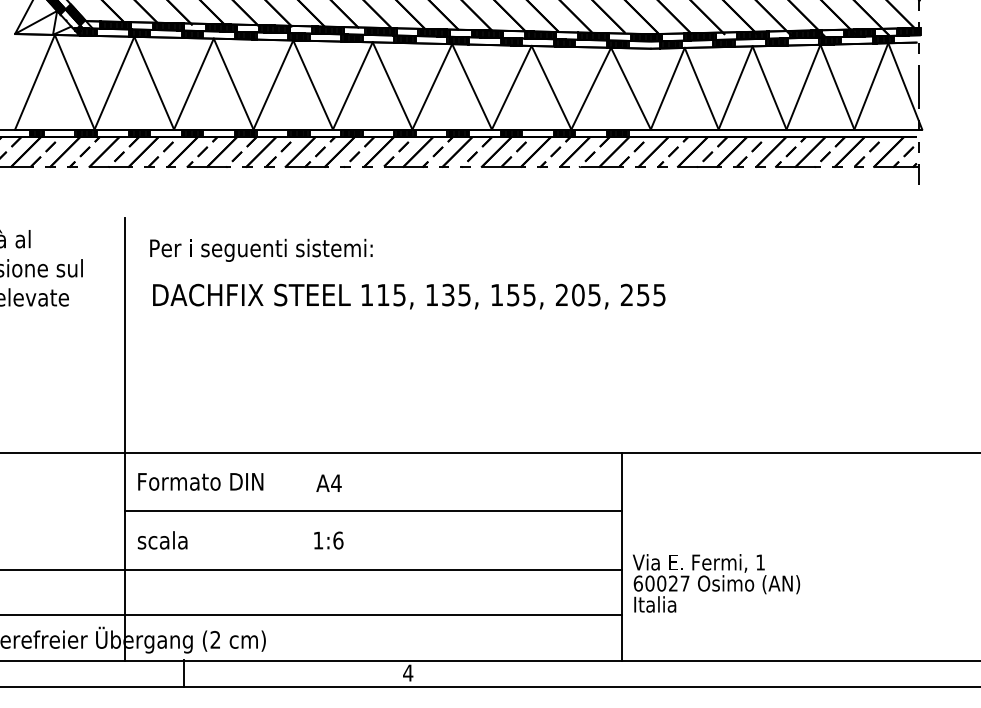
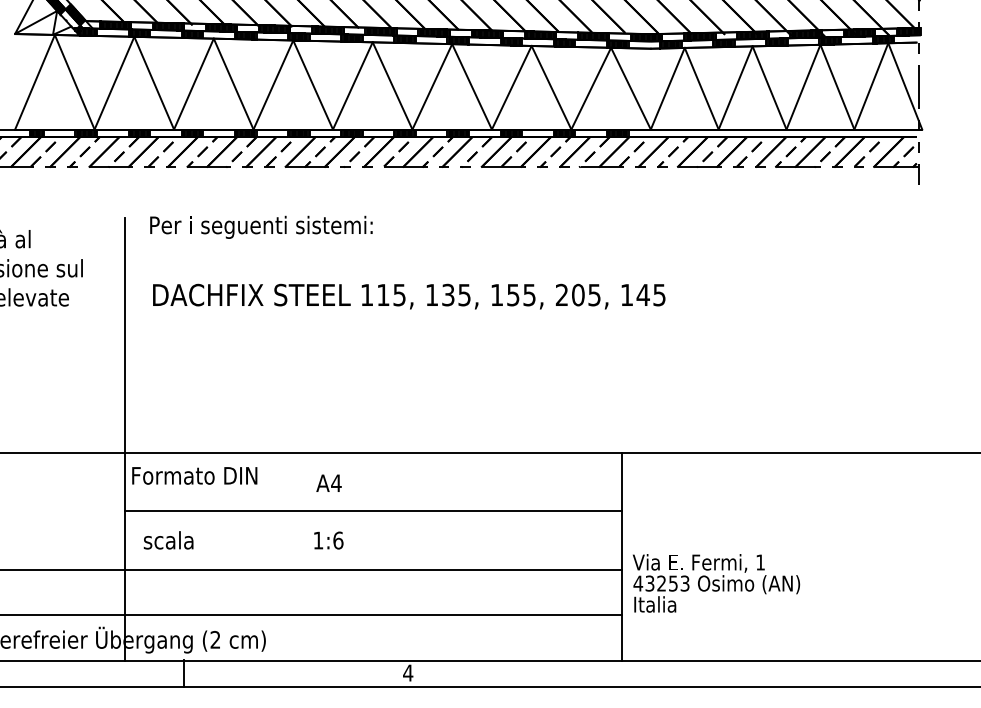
text at (261, 249) position: (261, 249) -> (261, 226)
text at (634, 294): 255 -> 145
text at (200, 481) position: (200, 481) -> (194, 475)
text at (162, 540) position: (162, 540) -> (168, 540)
text at (661, 583): 60027 -> 43253
